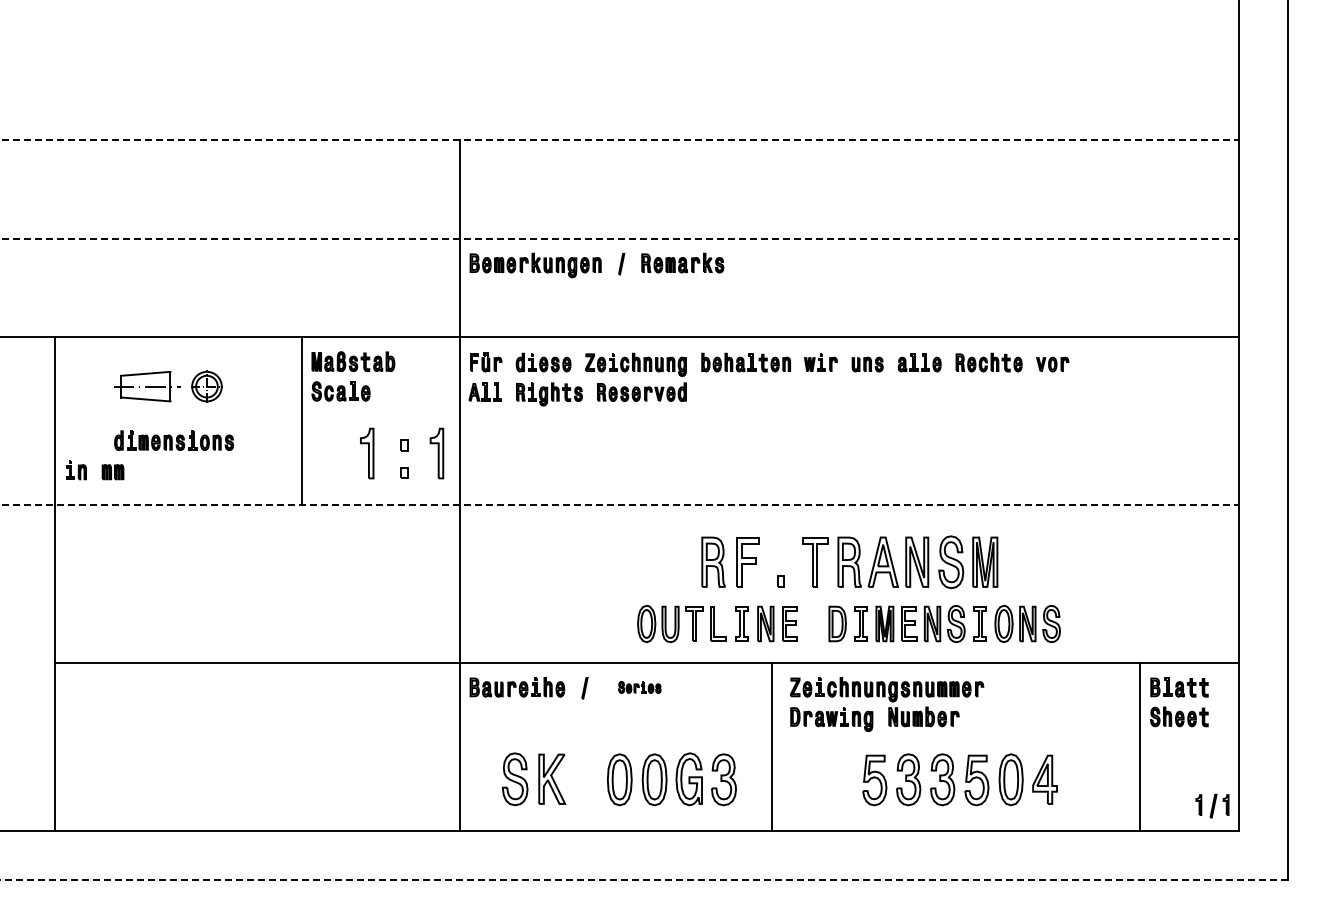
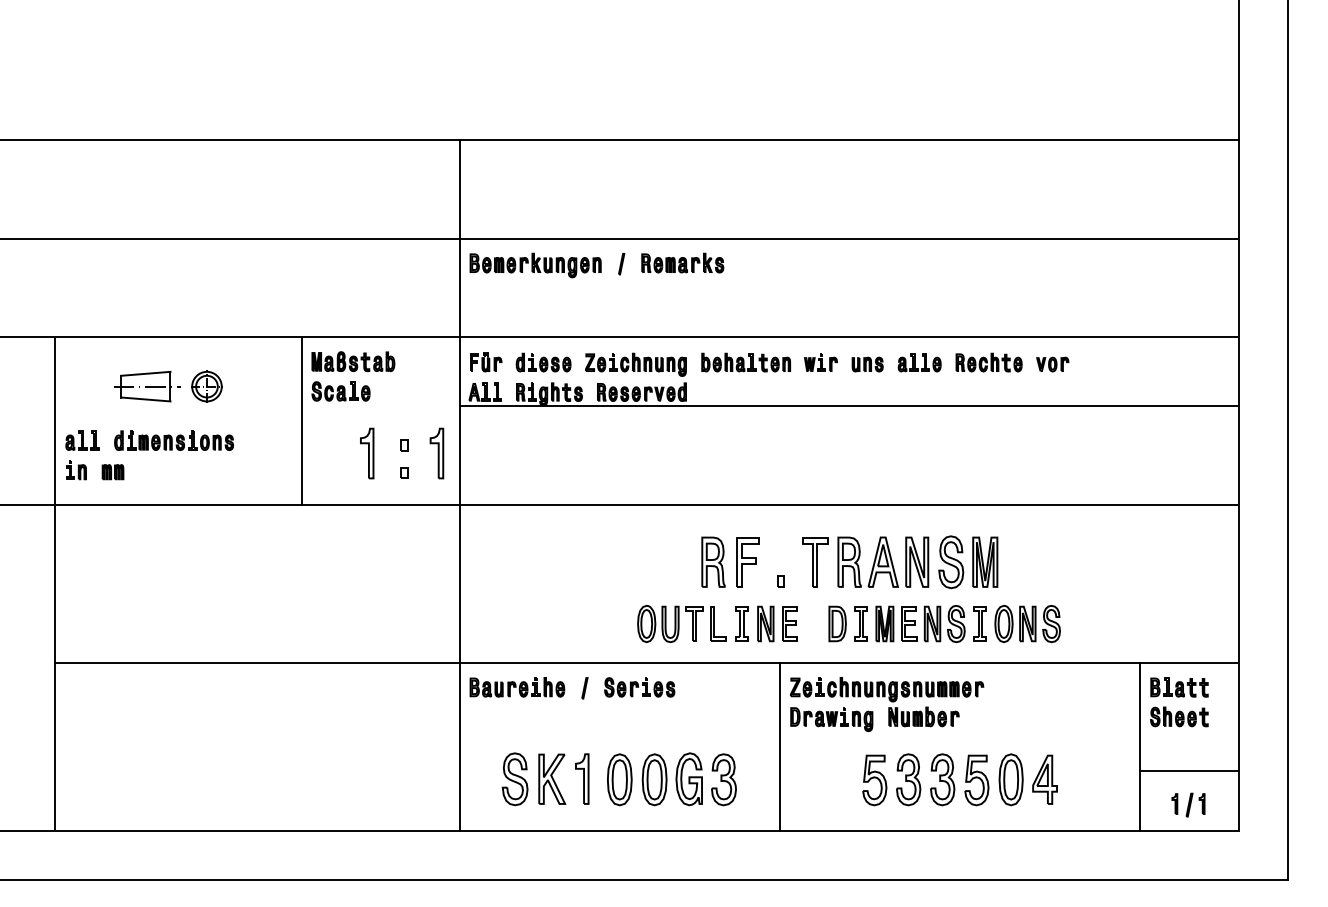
line at (619, 140): dashed -> solid
line at (619, 238): dashed -> solid
line at (848, 406): none -> present
part at (82, 440): none -> present
line at (619, 505): dashed -> solid
part at (639, 687) size: 44x13 px -> 72x21 px
line at (772, 746) position: (772, 746) -> (780, 746)
line at (1189, 771): none -> present
part at (582, 778): none -> present
part at (1212, 805) position: (1212, 805) -> (1188, 804)
line at (644, 879): dashed -> solid
